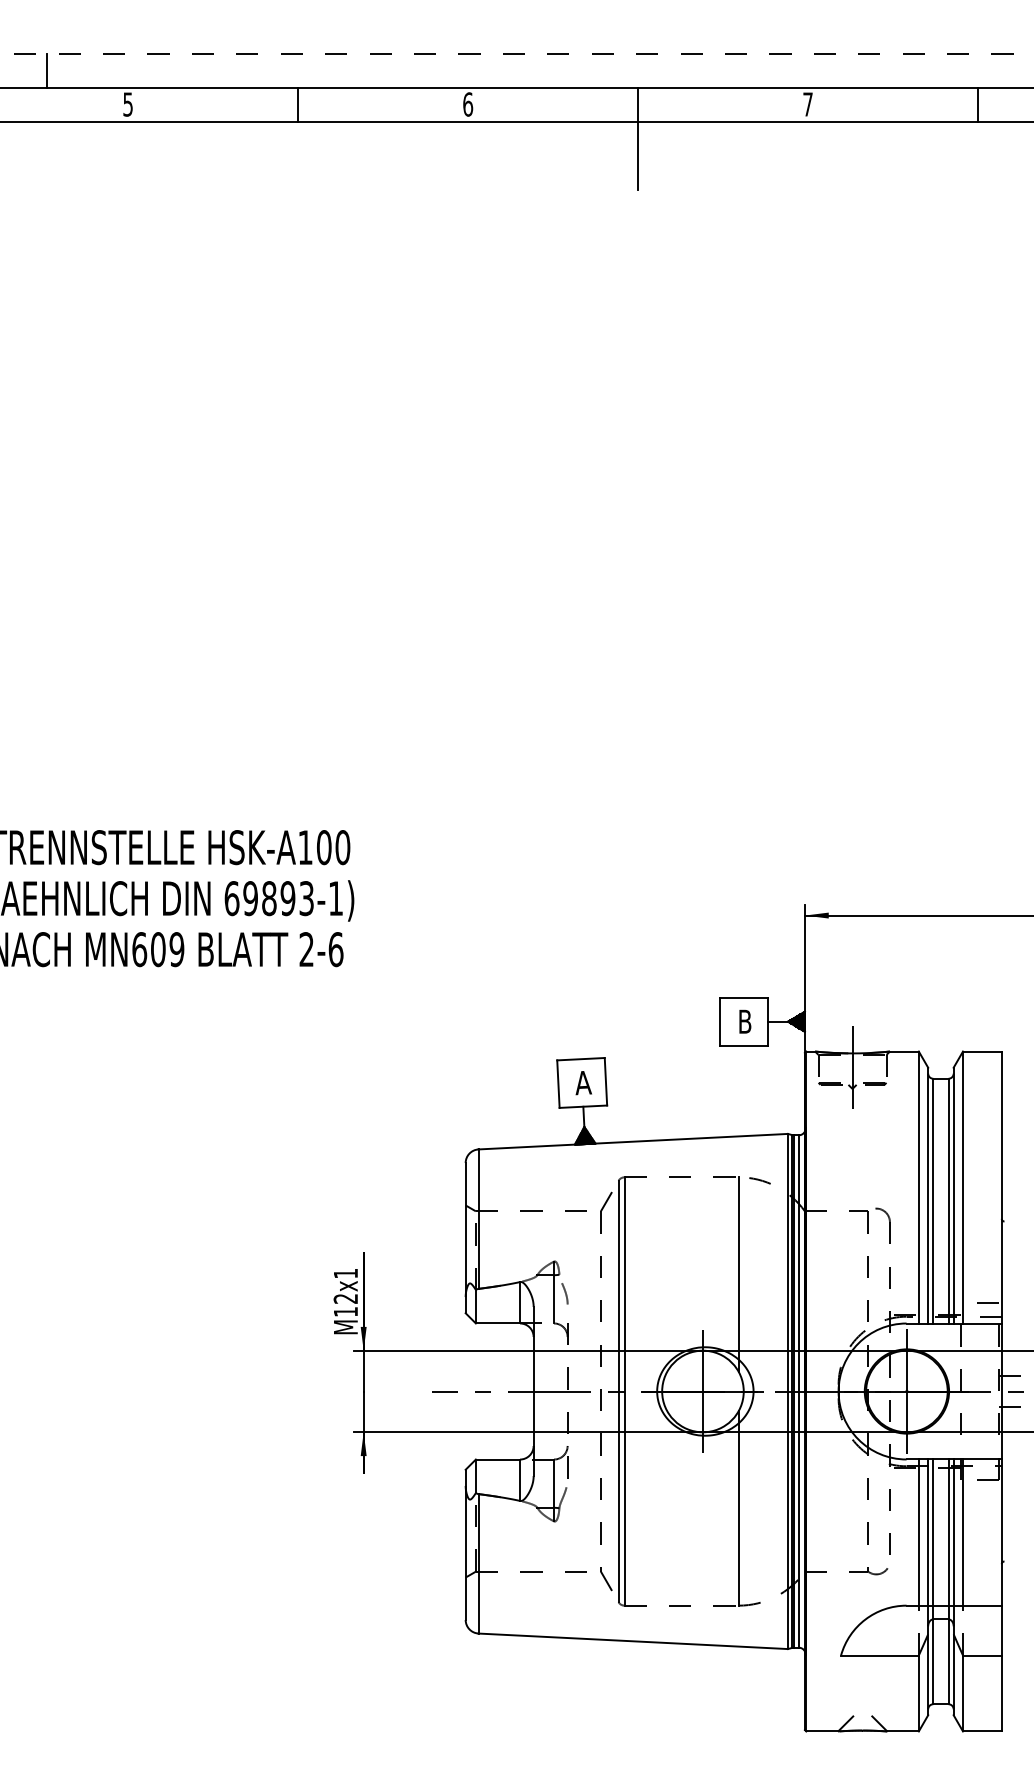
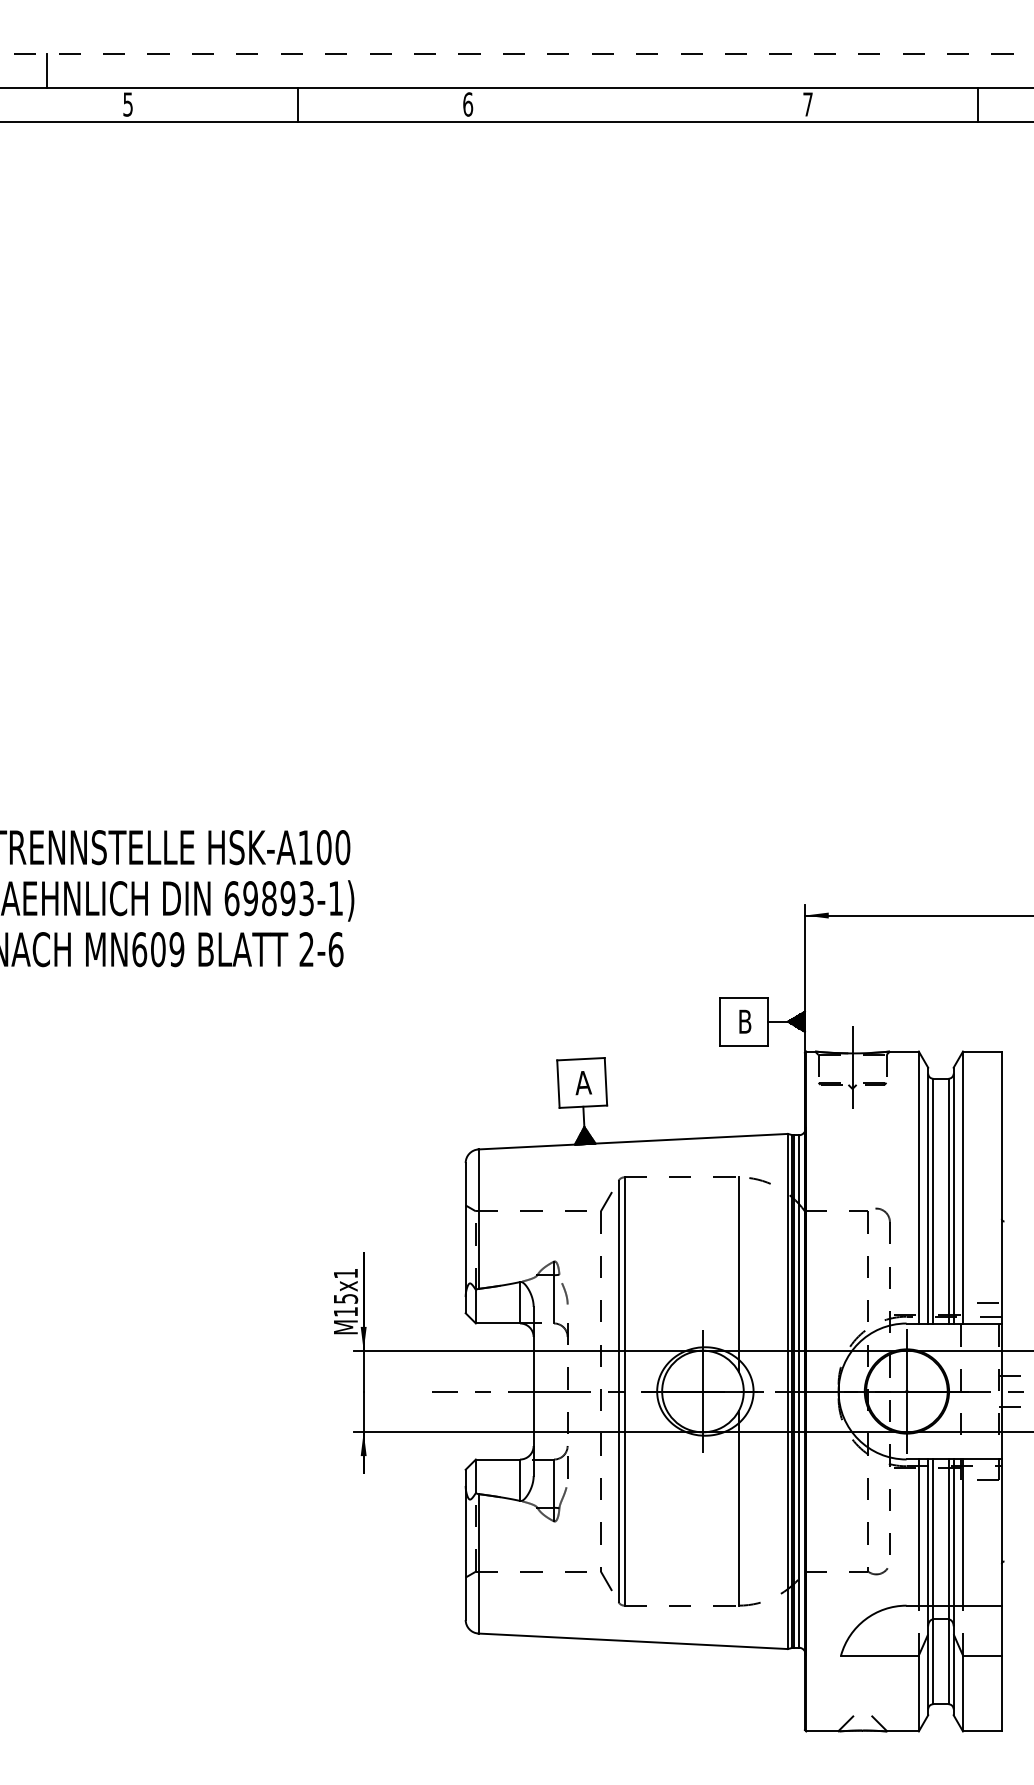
line at (638, 138): present -> none
text at (345, 1298): M12x1 -> M15x1
